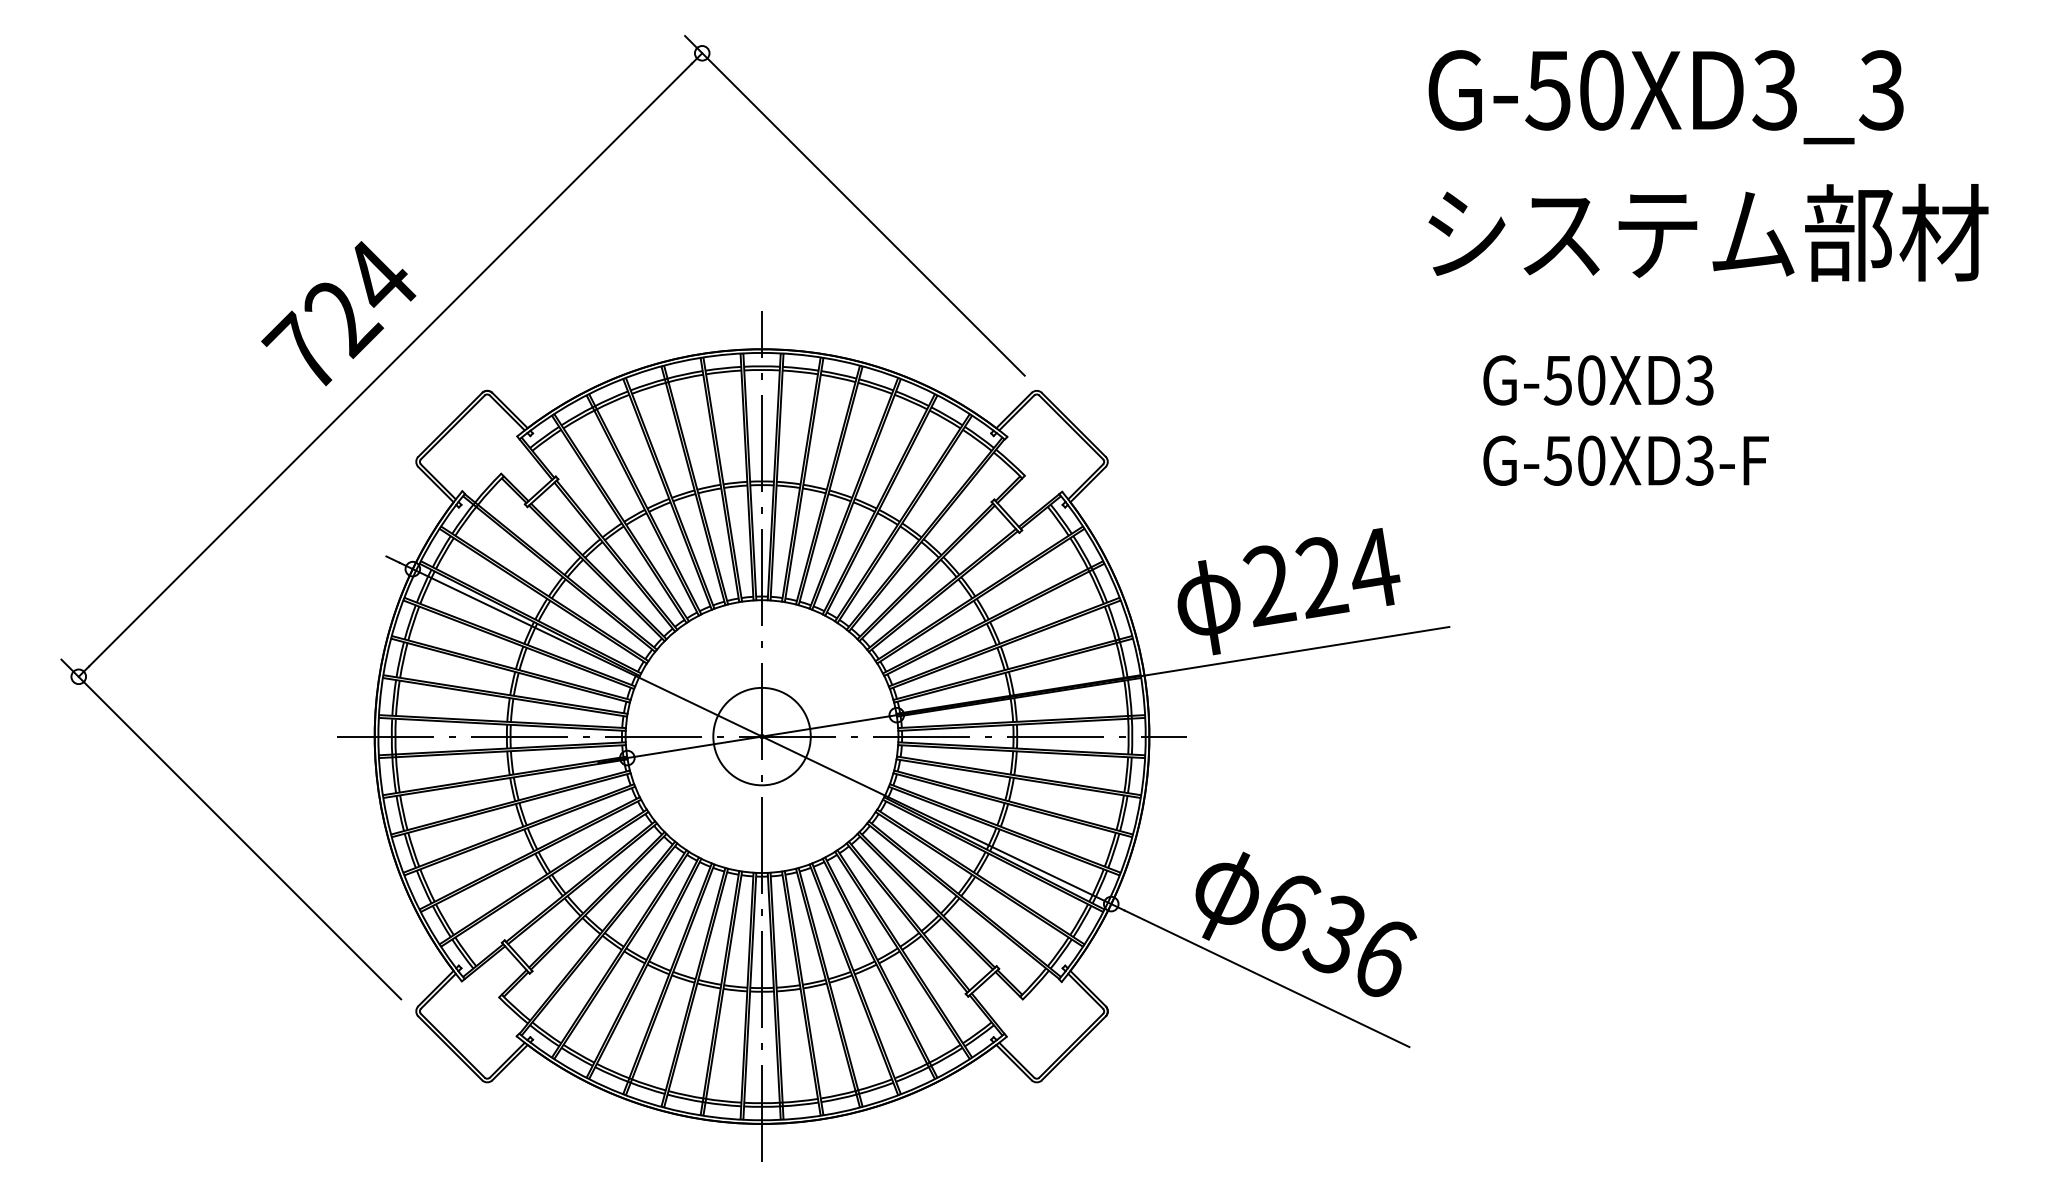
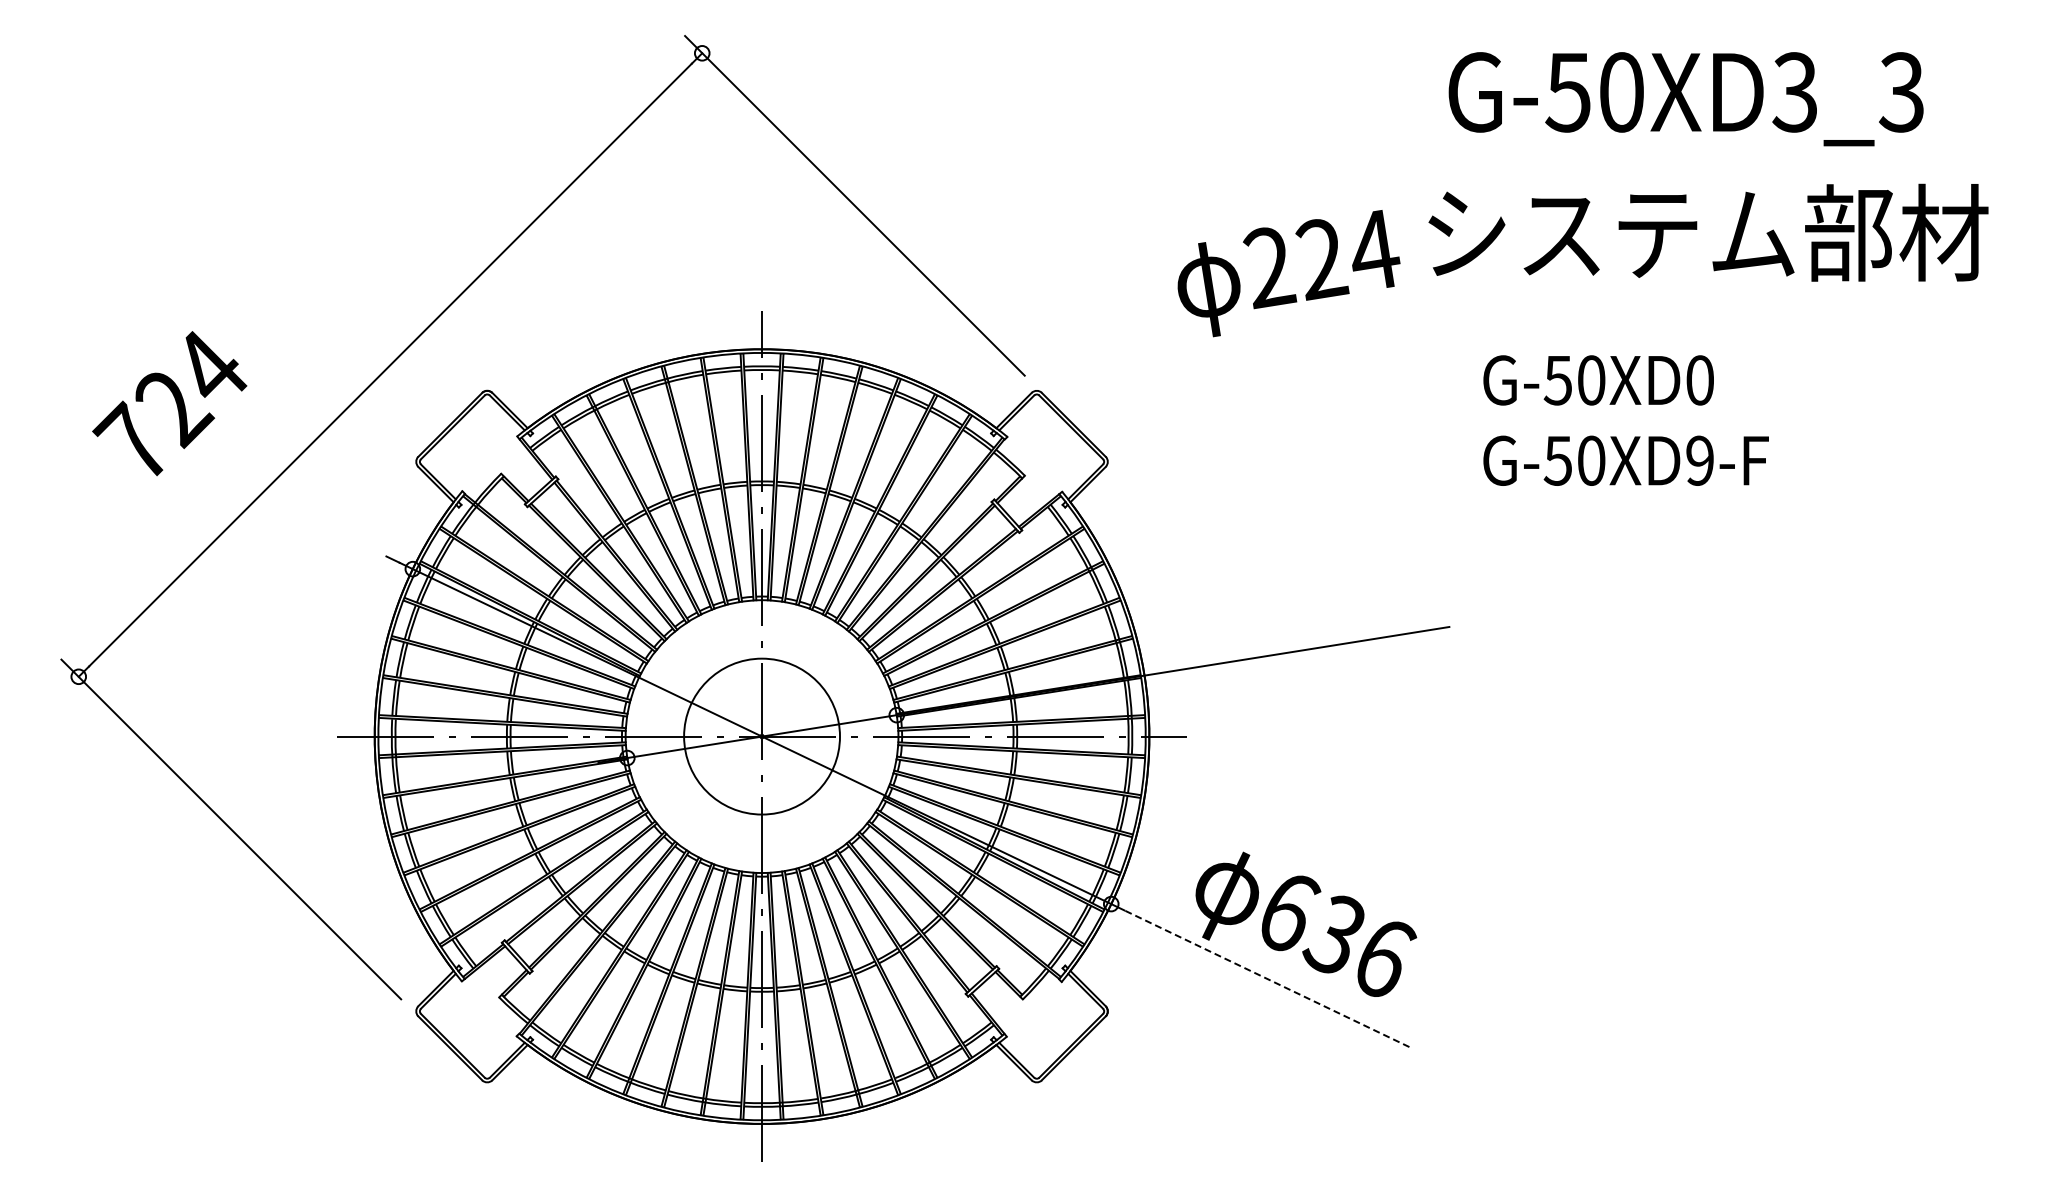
text at (1665, 97) position: (1665, 97) -> (1685, 99)
text at (338, 313) position: (338, 313) -> (169, 403)
text at (1699, 380): G-50XD3 -> G-50XD0
text at (1699, 460): G-50XD3-F -> G-50XD9-F
text at (1288, 591) position: (1288, 591) -> (1288, 273)
circle at (761, 736) diameter: 97 px -> 156 px
line at (1266, 978): solid -> dashed
